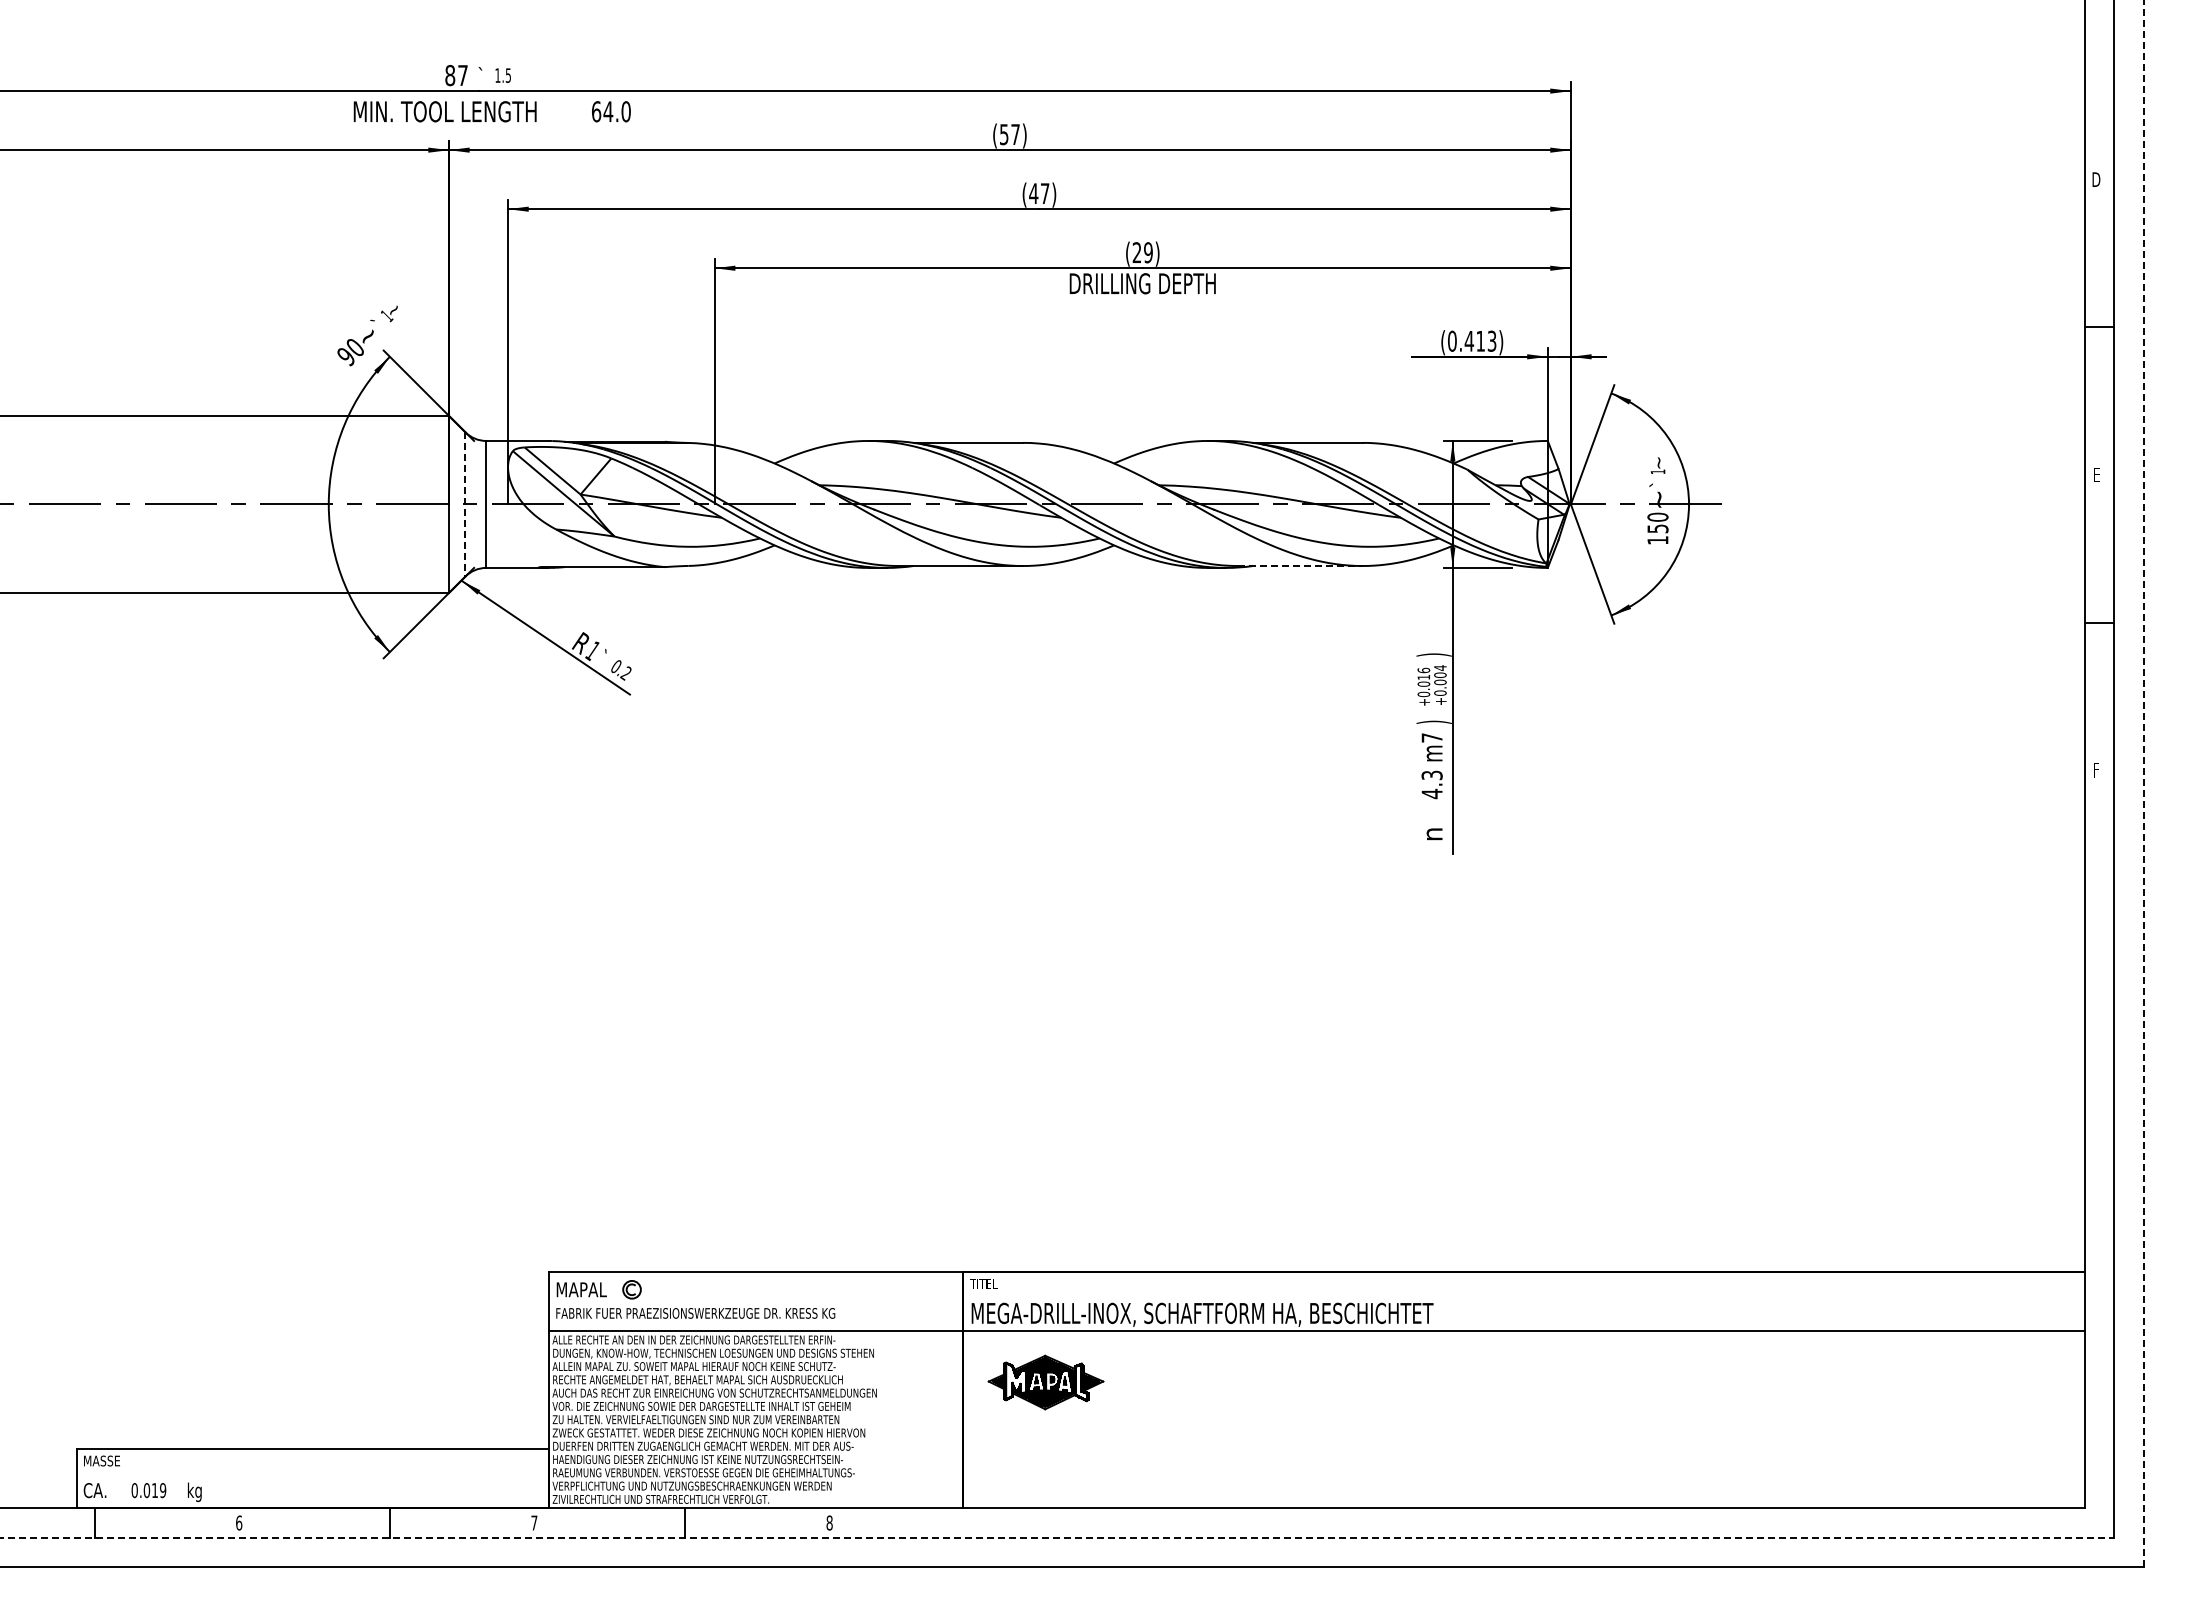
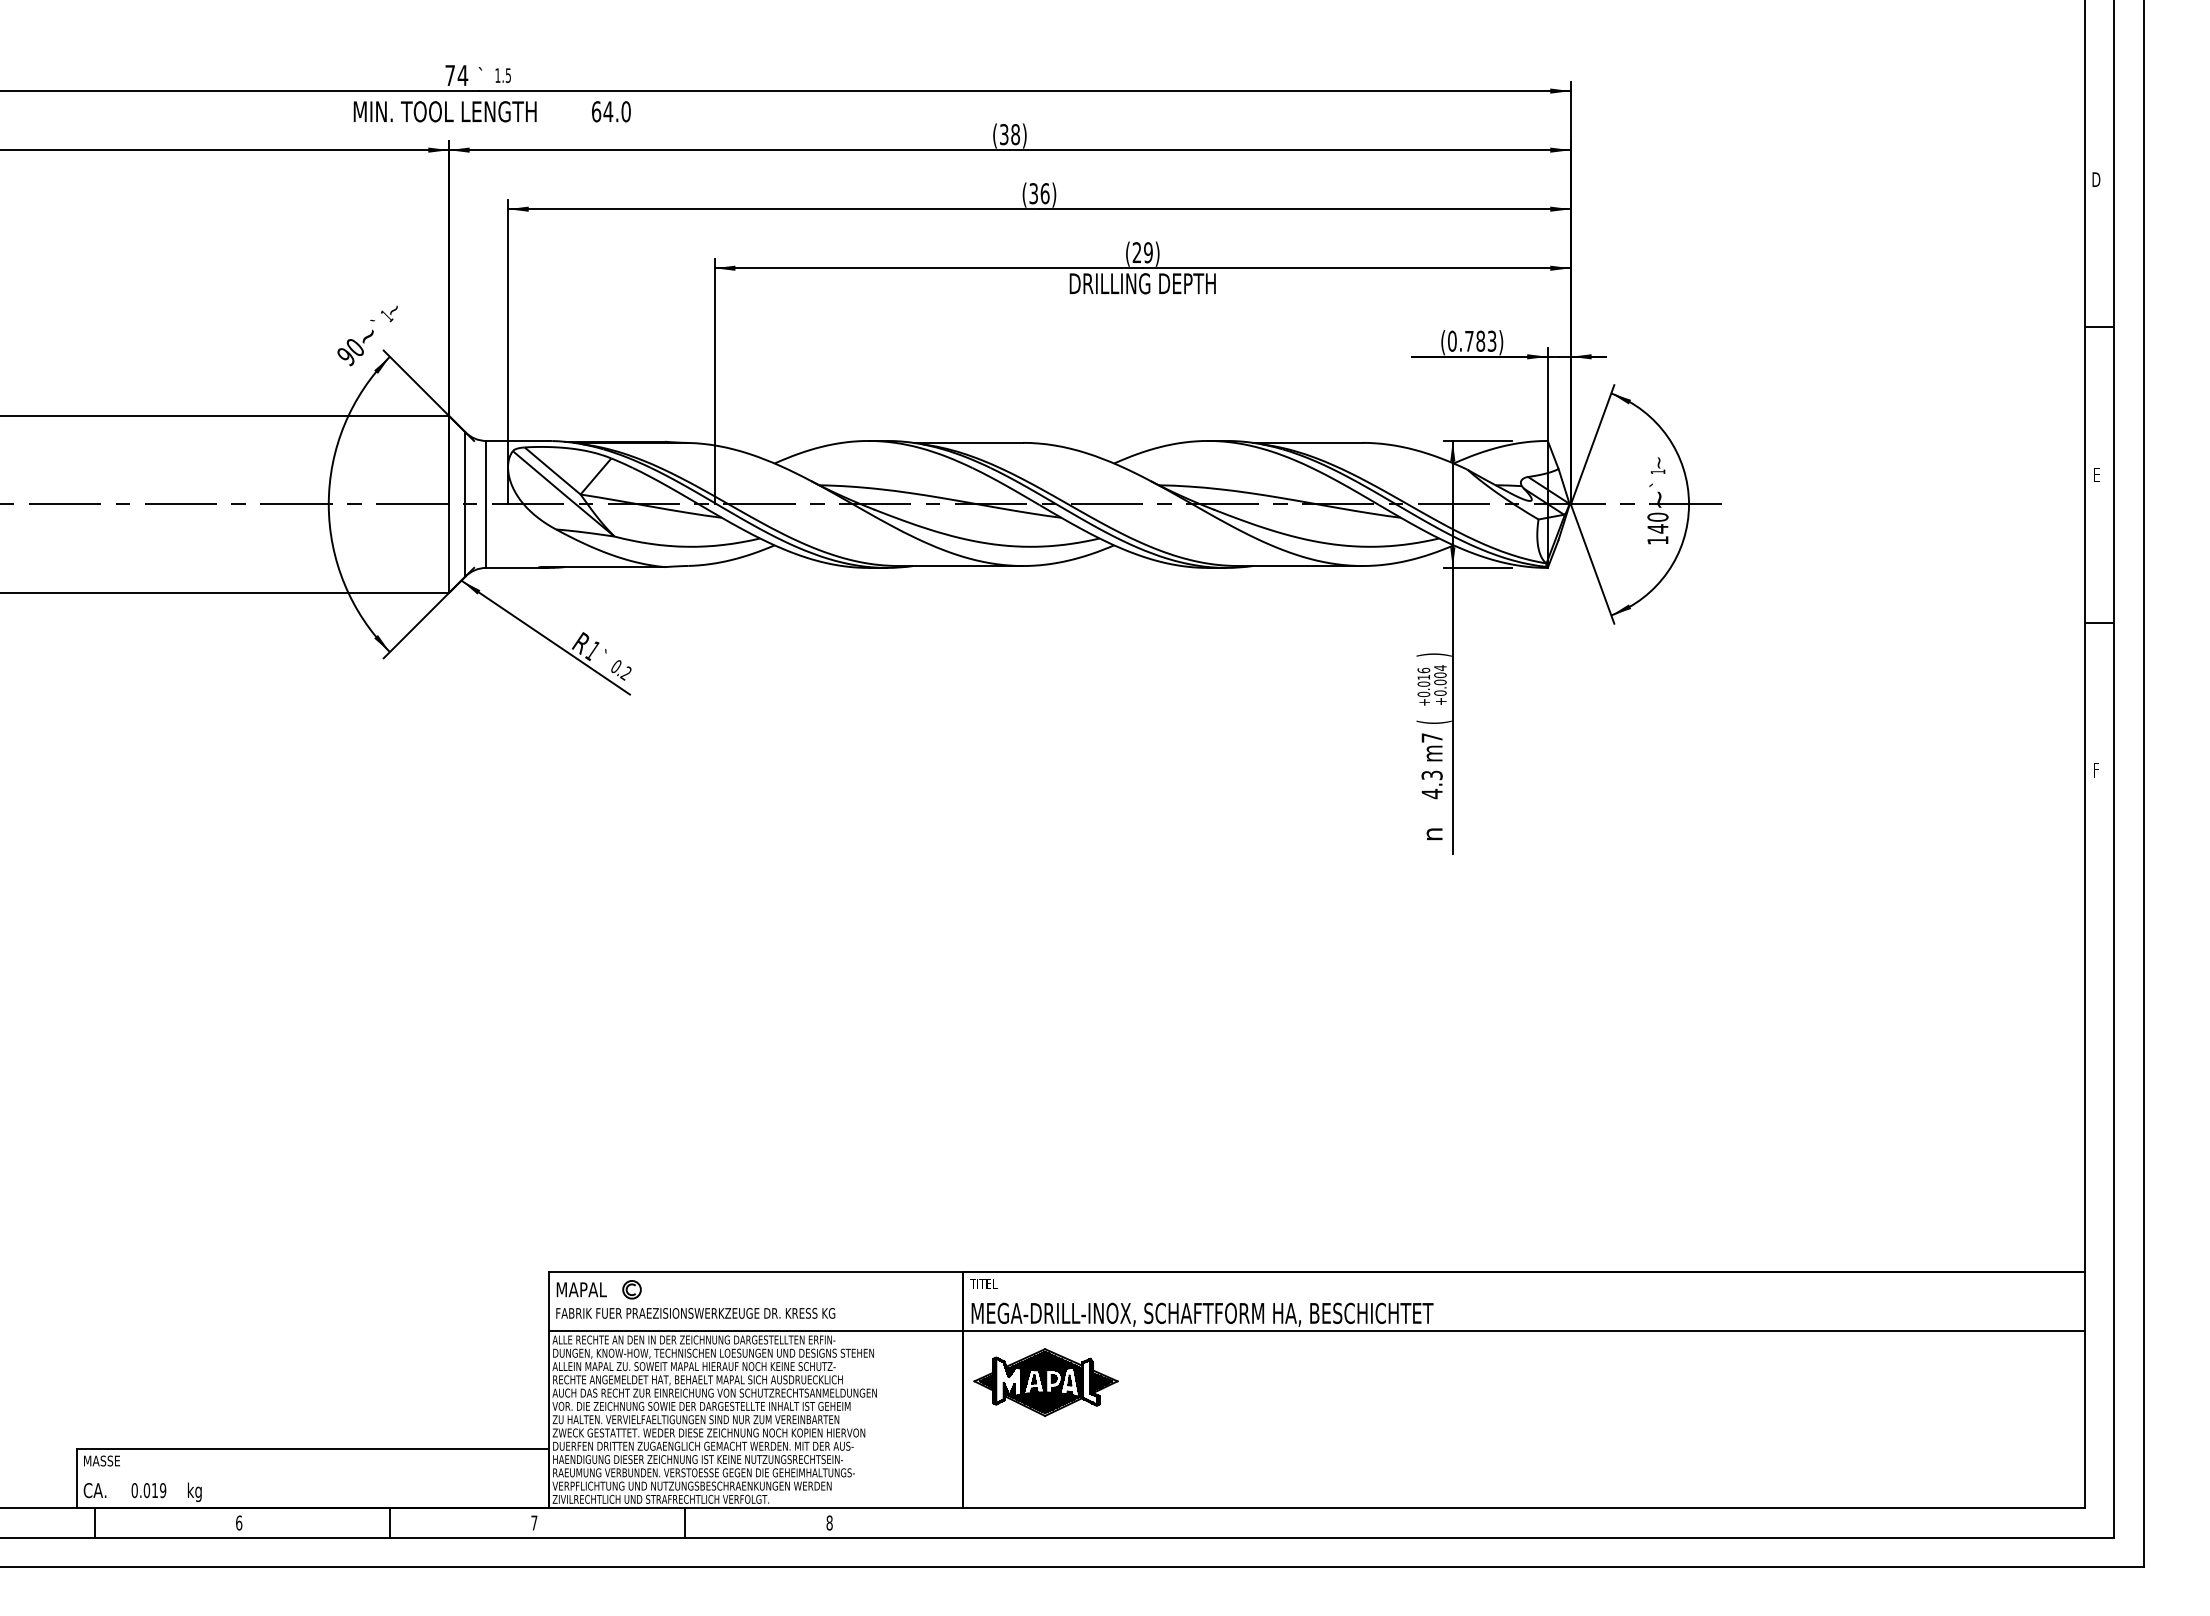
text at (456, 75): 87 -> 74
text at (1009, 134): (57) -> (38)
text at (1039, 193): (47) -> (36)
text at (1474, 340): (0.413) -> (0.783)
line at (465, 504): dashed -> solid
text at (1657, 528): 150 -> 140
line at (1300, 566): dashed -> solid
text at (1433, 721): ) -> (
line at (2143, 783): dashed -> solid
part at (1045, 1382) size: 118x57 px -> 146x69 px
line at (1057, 1537): dashed -> solid
